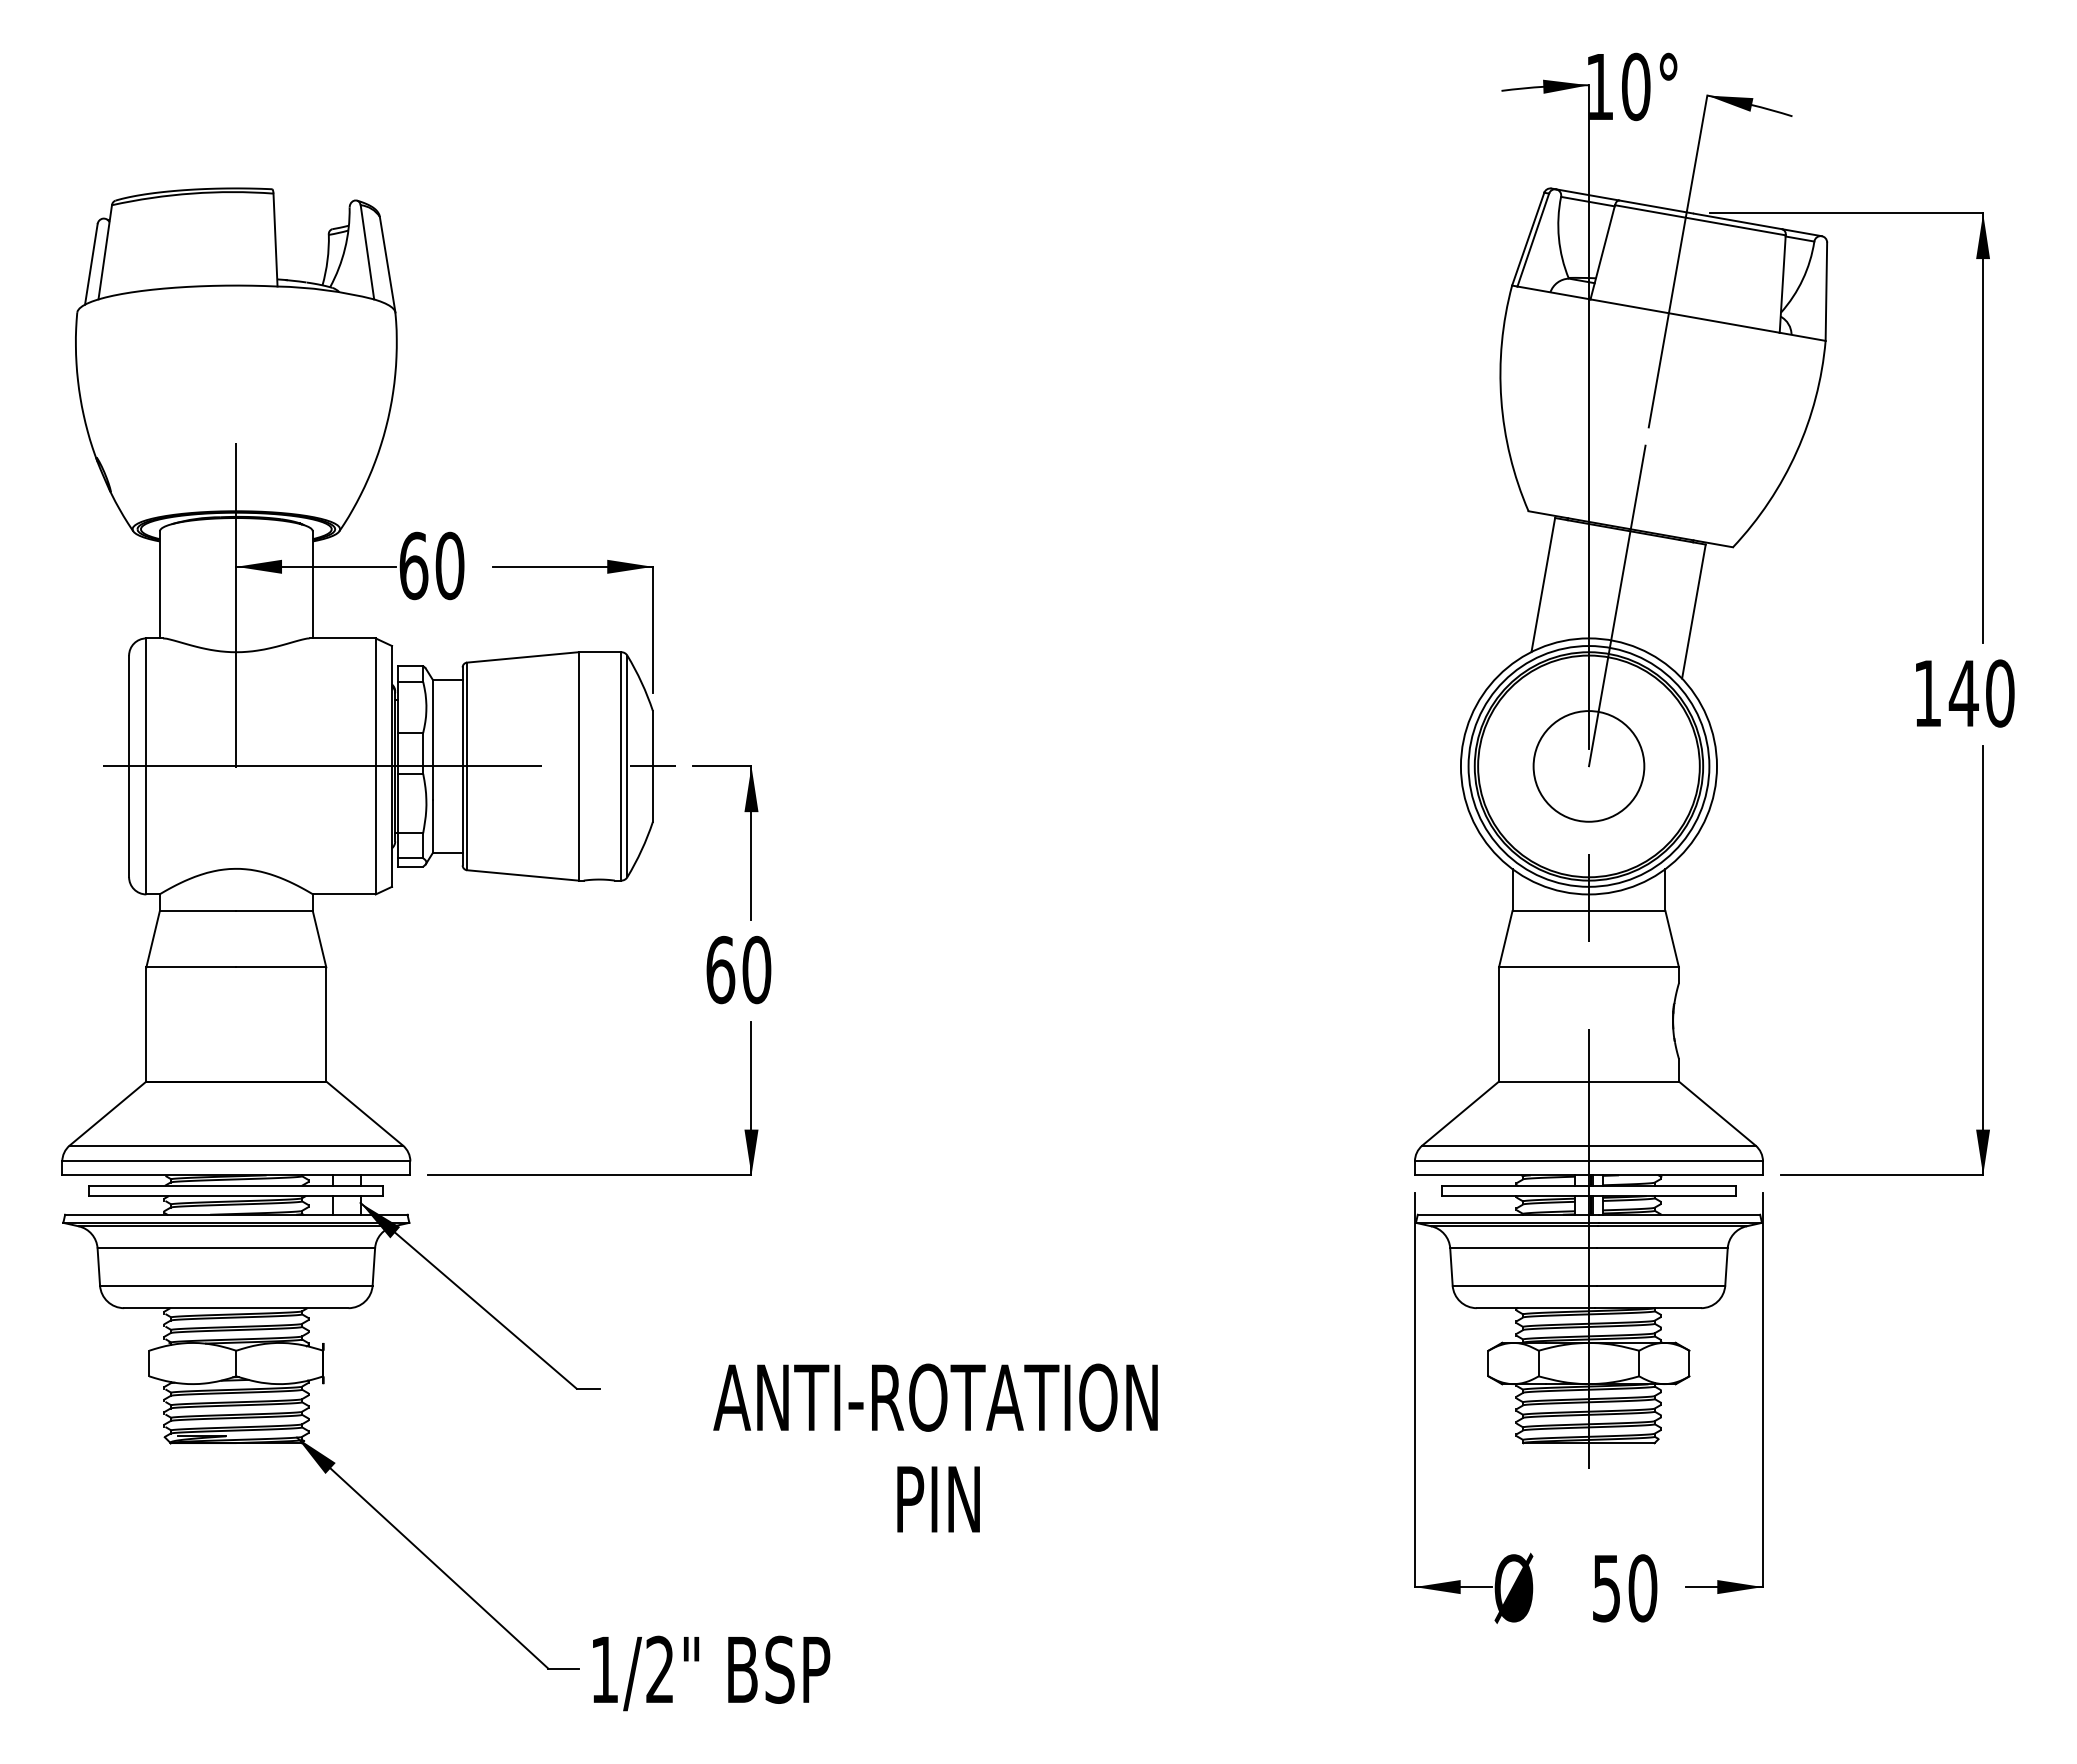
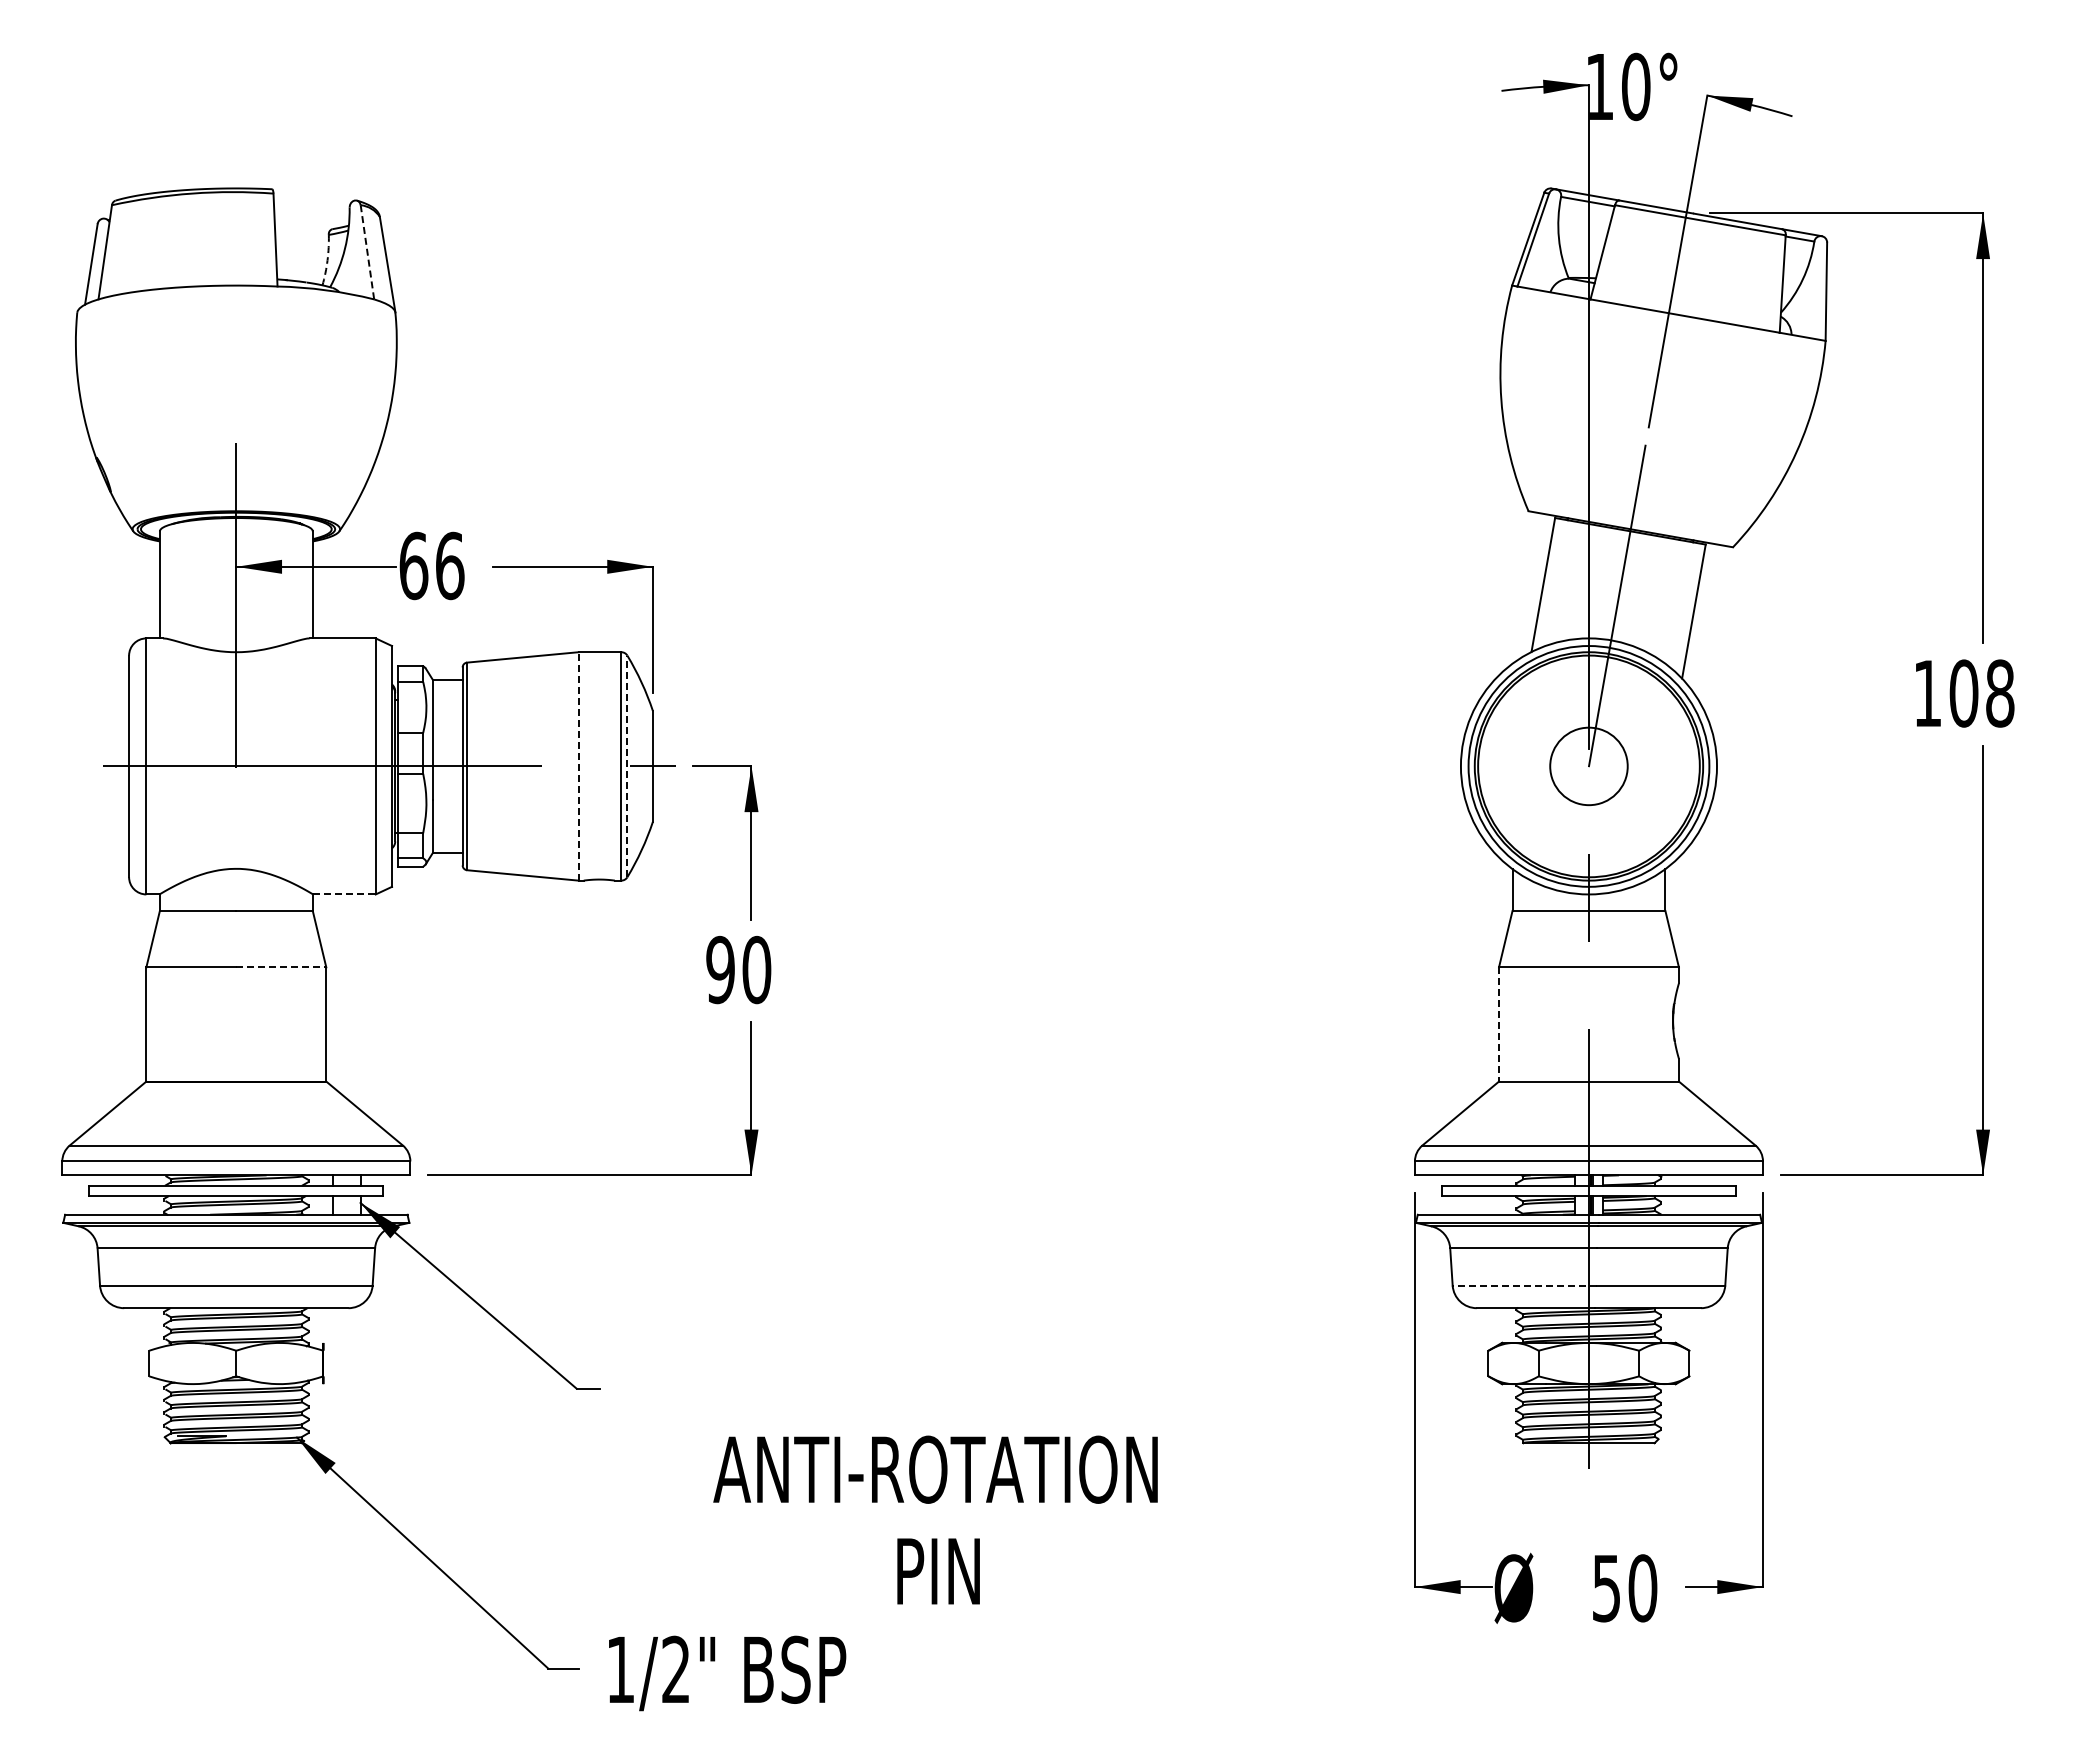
line at (367, 252): solid -> dashed
arc at (327, 260): solid -> dashed
text at (449, 565): 60 -> 66
text at (1981, 693): 140 -> 108
line at (578, 765): solid -> dashed
line at (627, 766): solid -> dashed
circle at (1588, 766) diameter: 111 px -> 78 px
line at (344, 894): solid -> dashed
line at (281, 967): solid -> dashed
text at (720, 969): 60 -> 90
line at (1499, 1024): solid -> dashed
line at (1524, 1285): solid -> dashed
text at (935, 1447) position: (935, 1447) -> (935, 1519)
text at (711, 1673) position: (711, 1673) -> (727, 1673)
